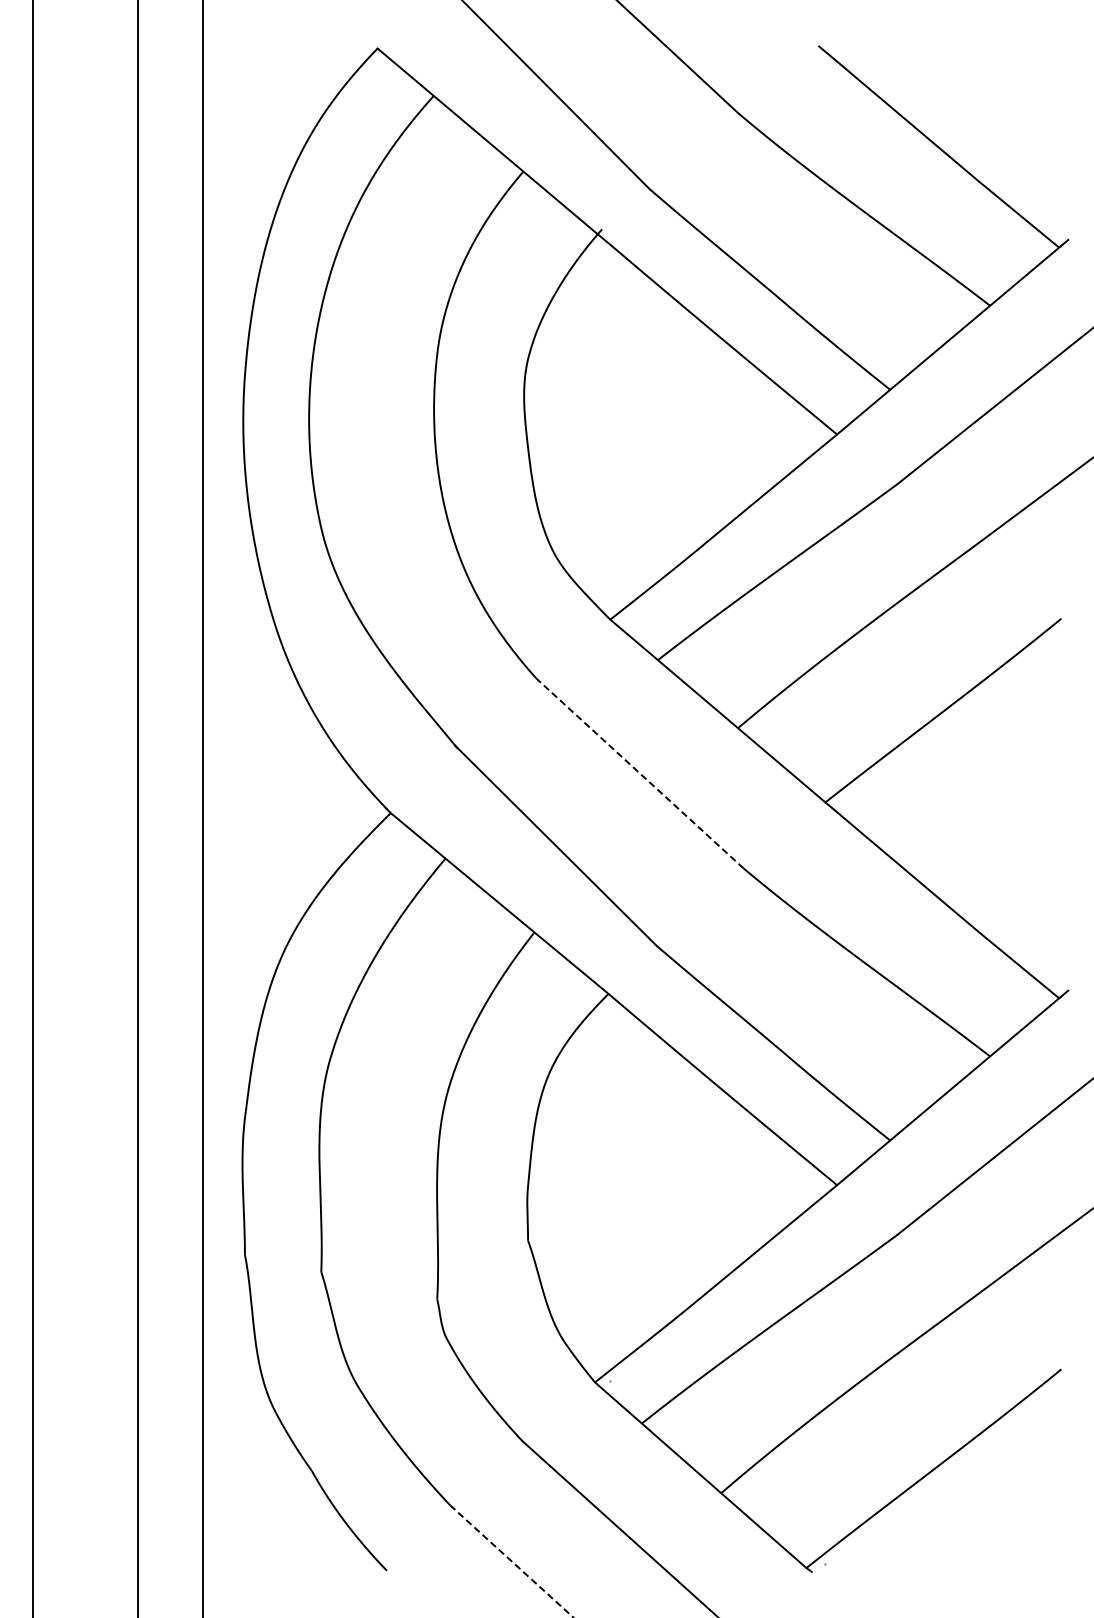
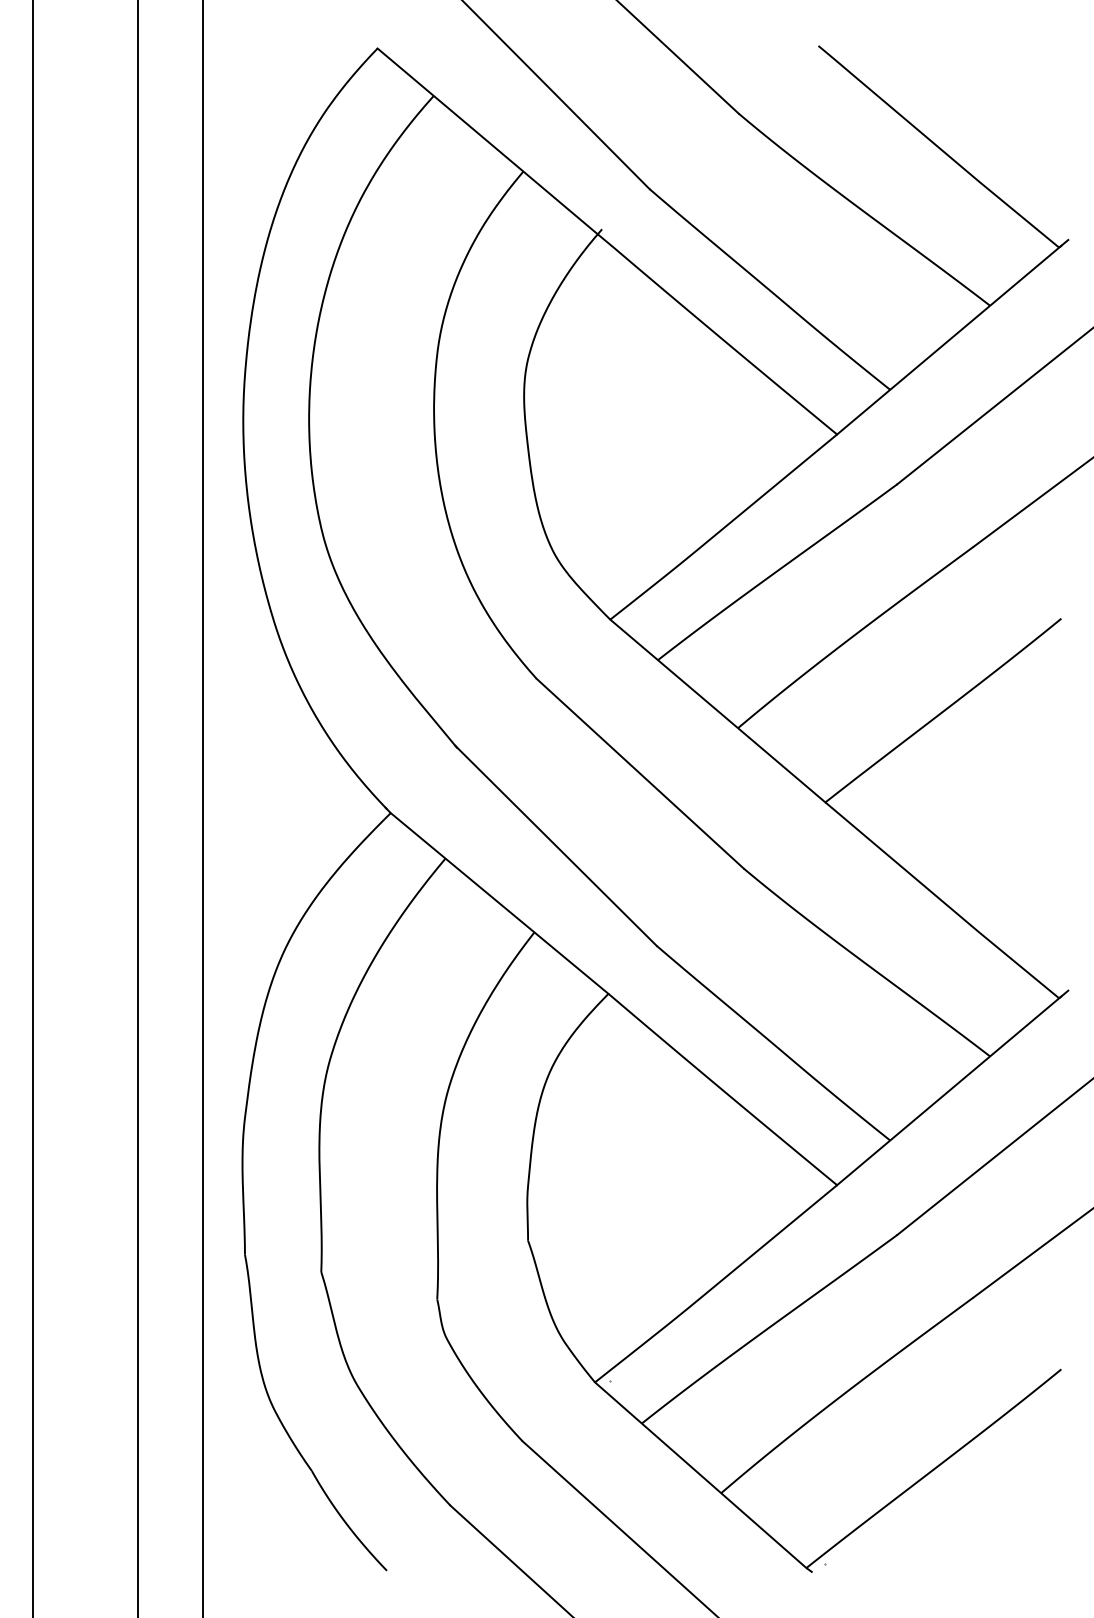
line at (639, 773): dashed -> solid
line at (511, 1561): dashed -> solid
